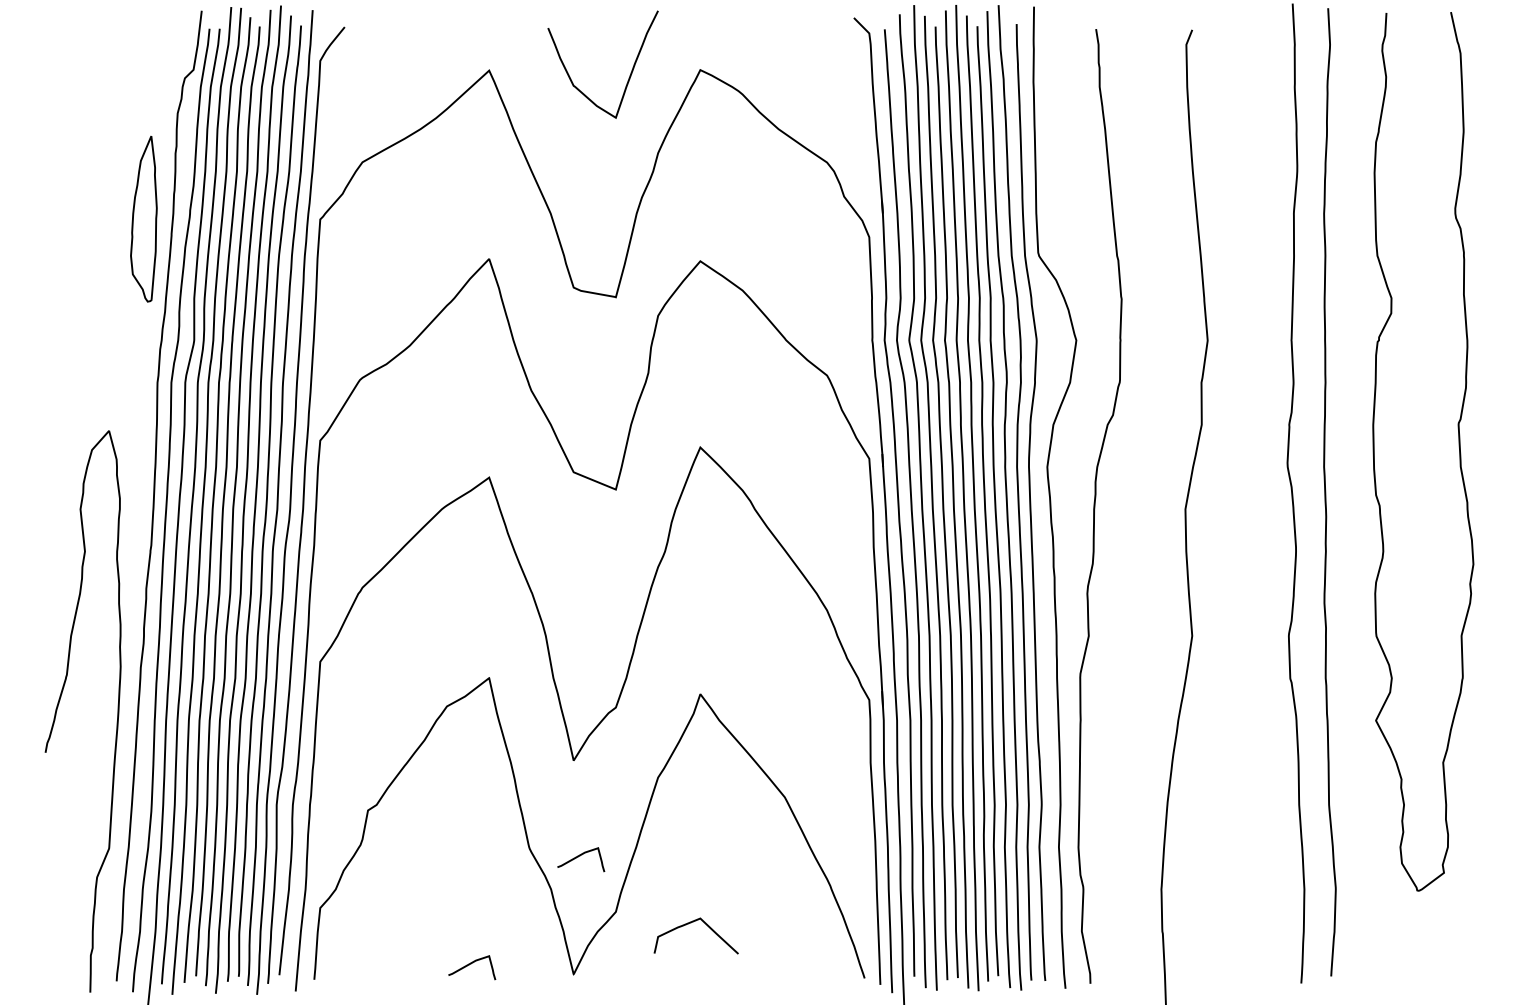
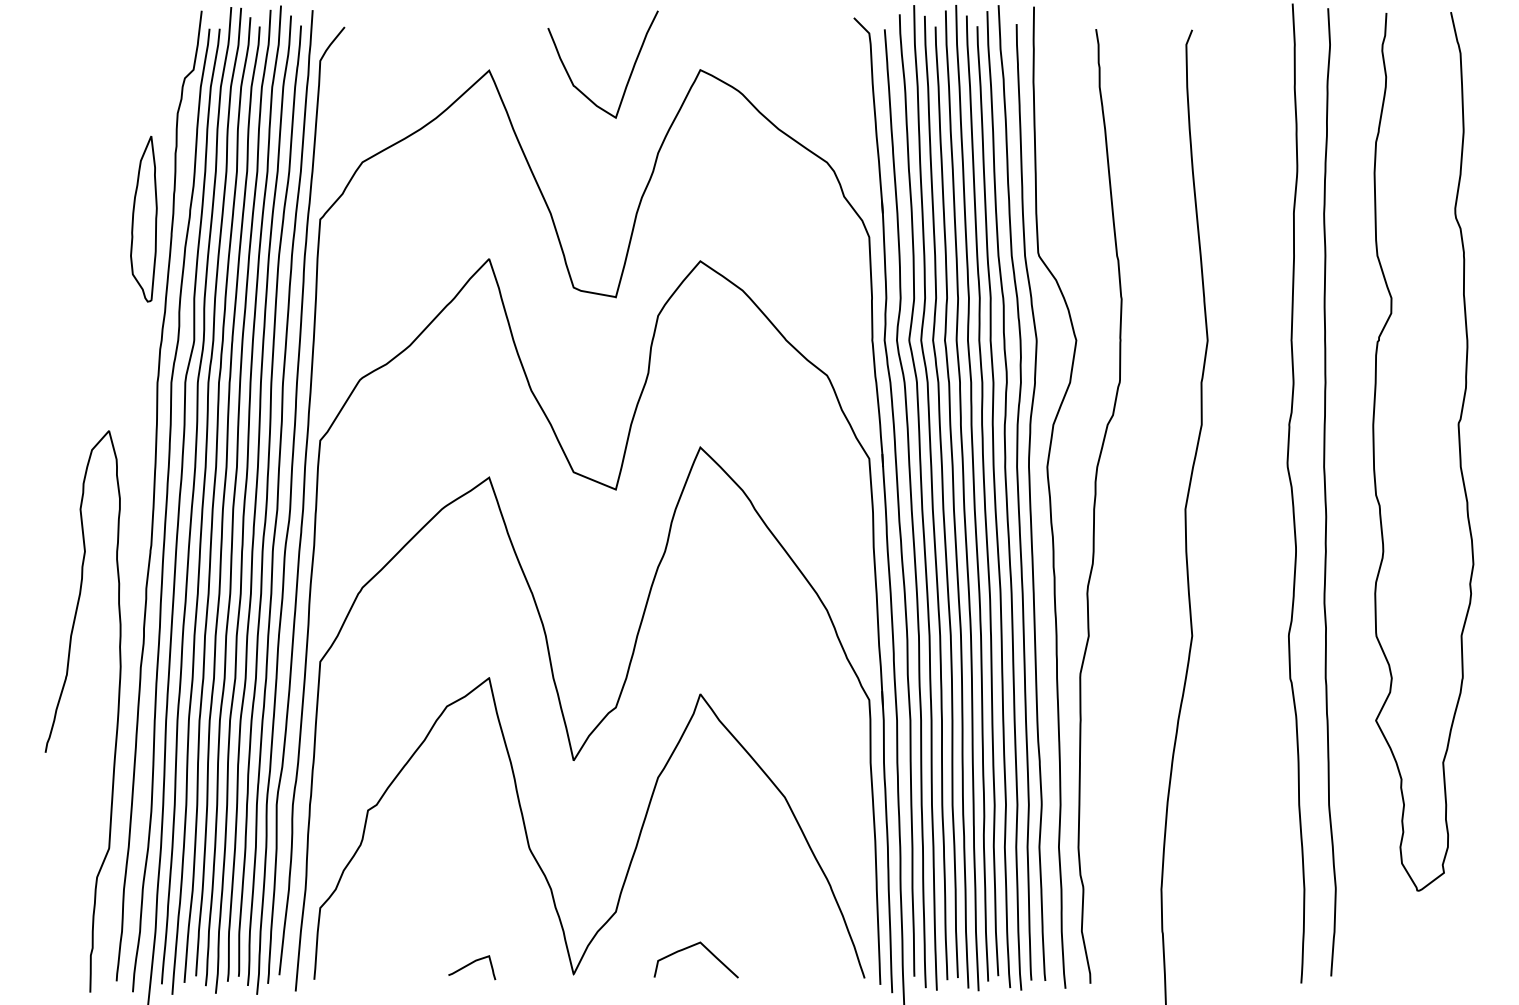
curve at (580, 856): present -> none
curve at (691, 923) position: (691, 923) -> (691, 947)
